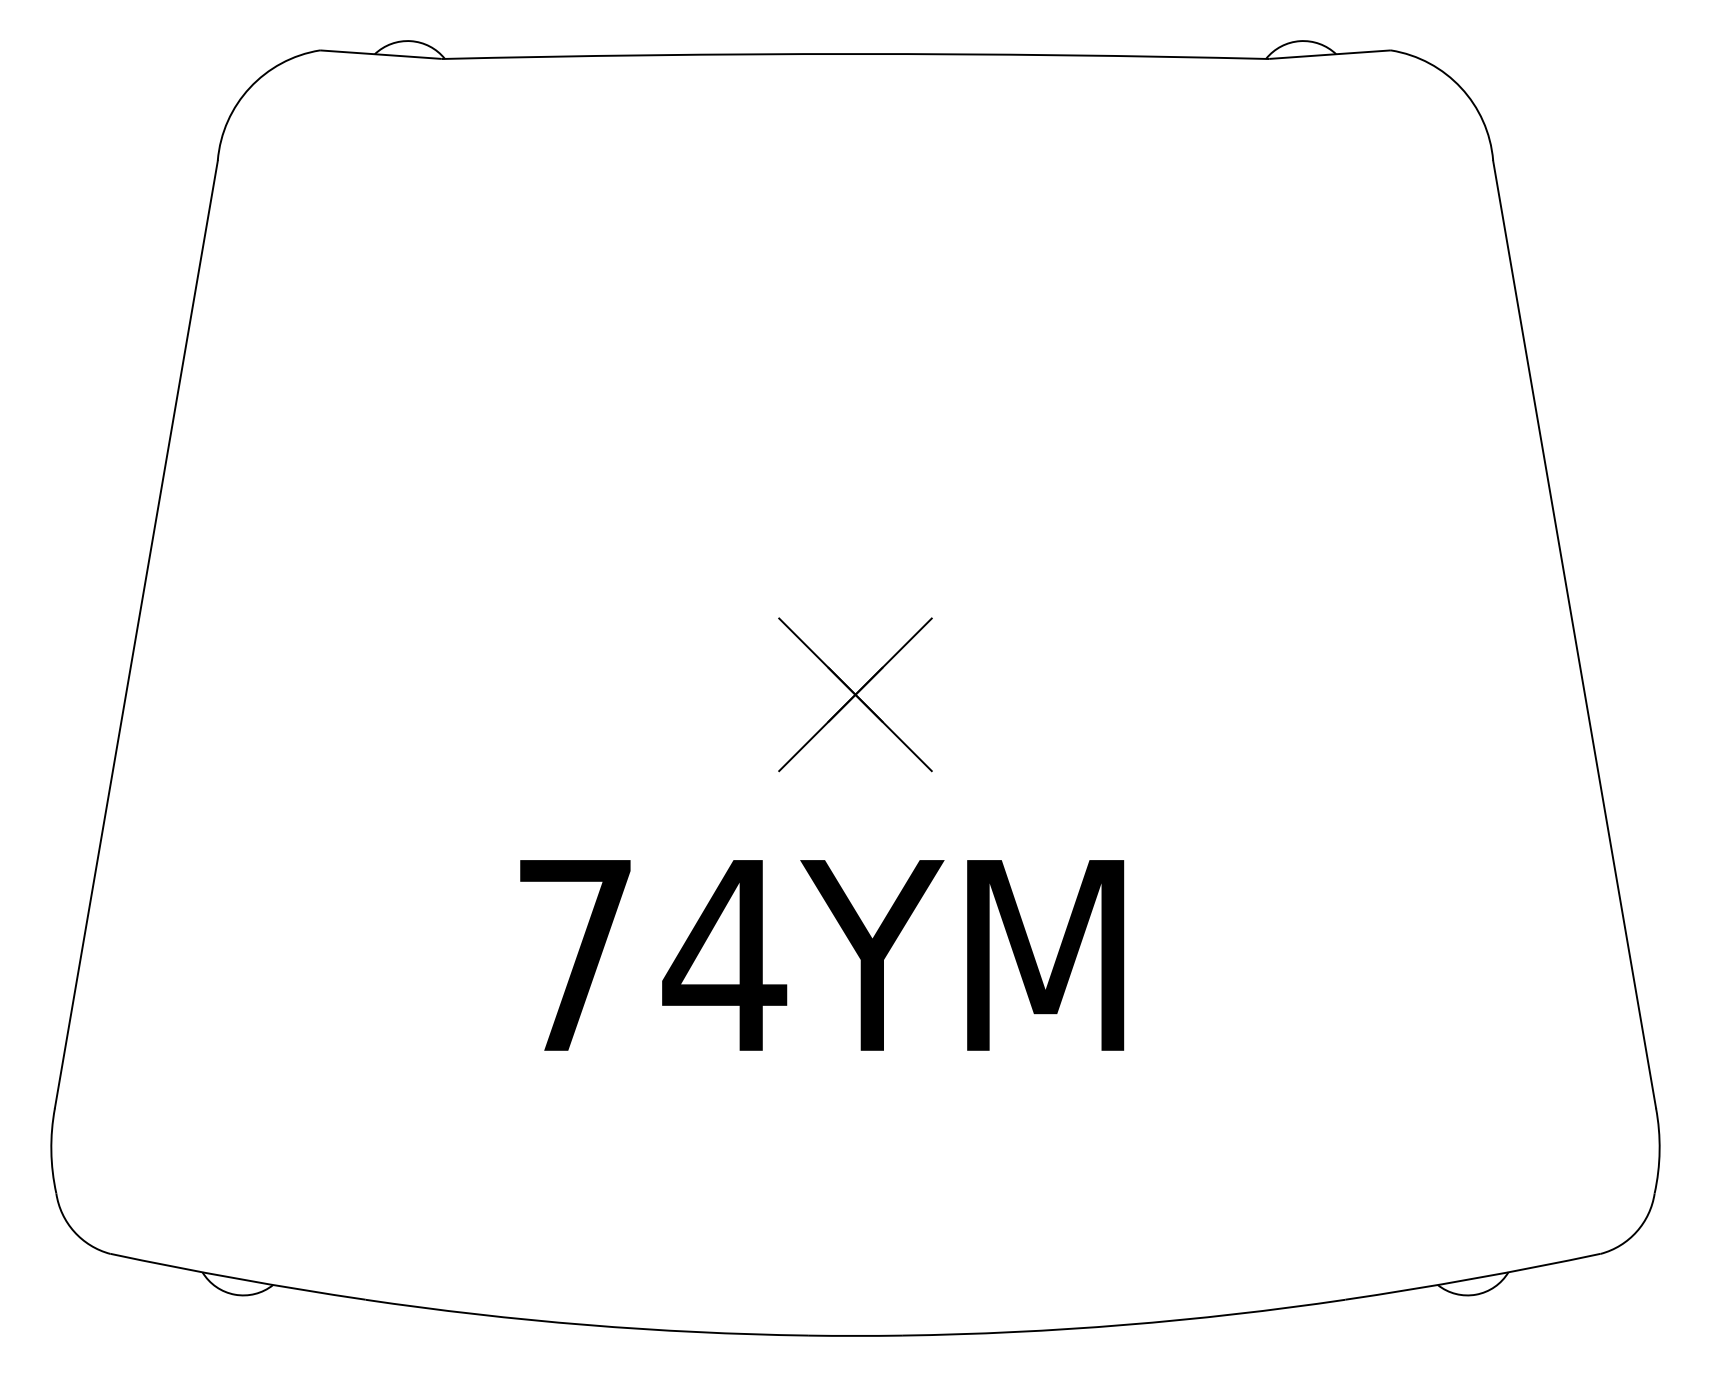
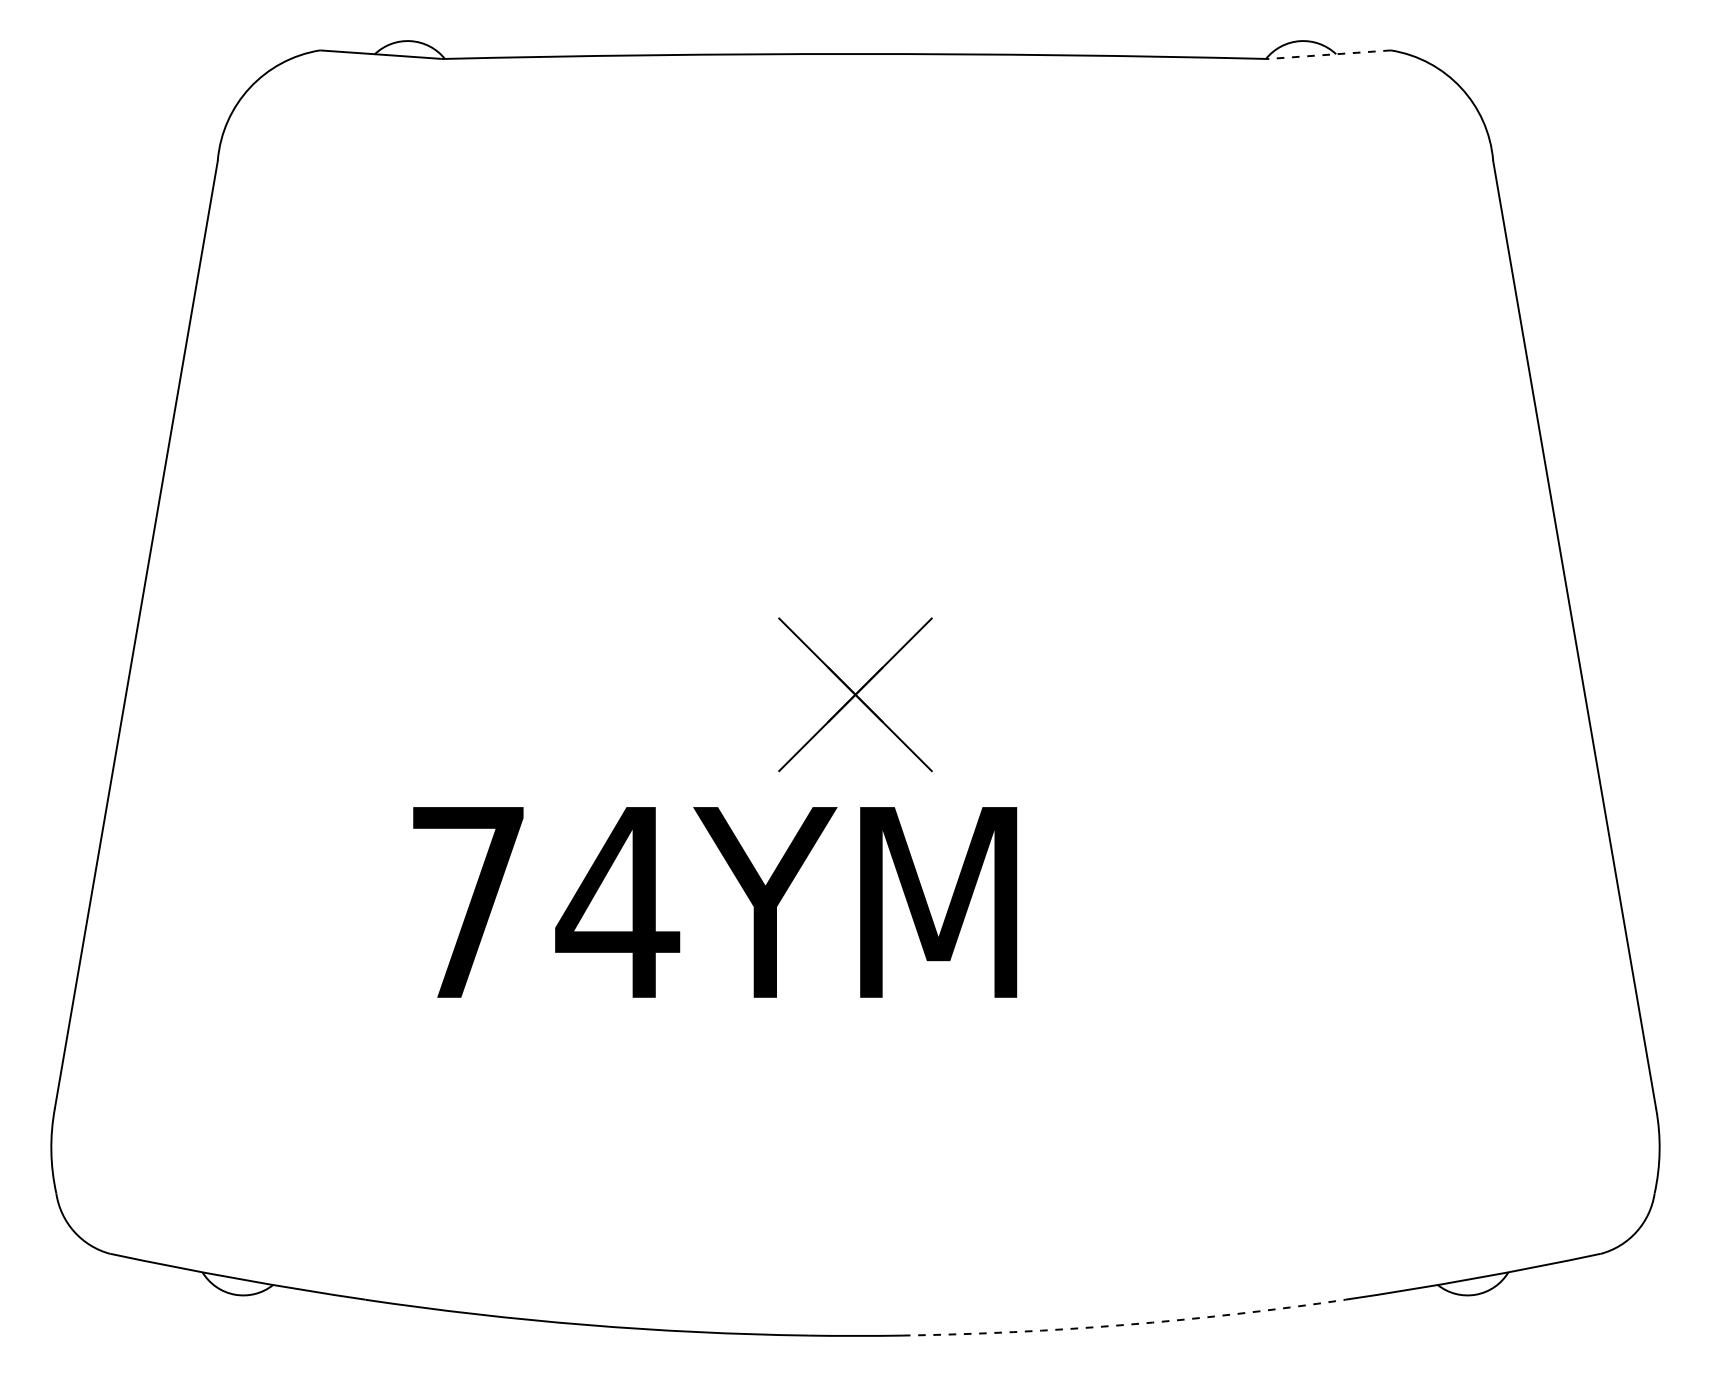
arc at (1330, 54): solid -> dashed
text at (822, 955) position: (822, 955) -> (715, 902)
arc at (1124, 1324): solid -> dashed
